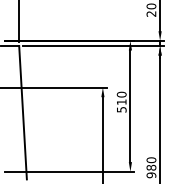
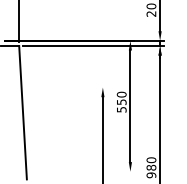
line at (54, 87): present -> none
text at (121, 101): 510 -> 550
line at (69, 171): present -> none
